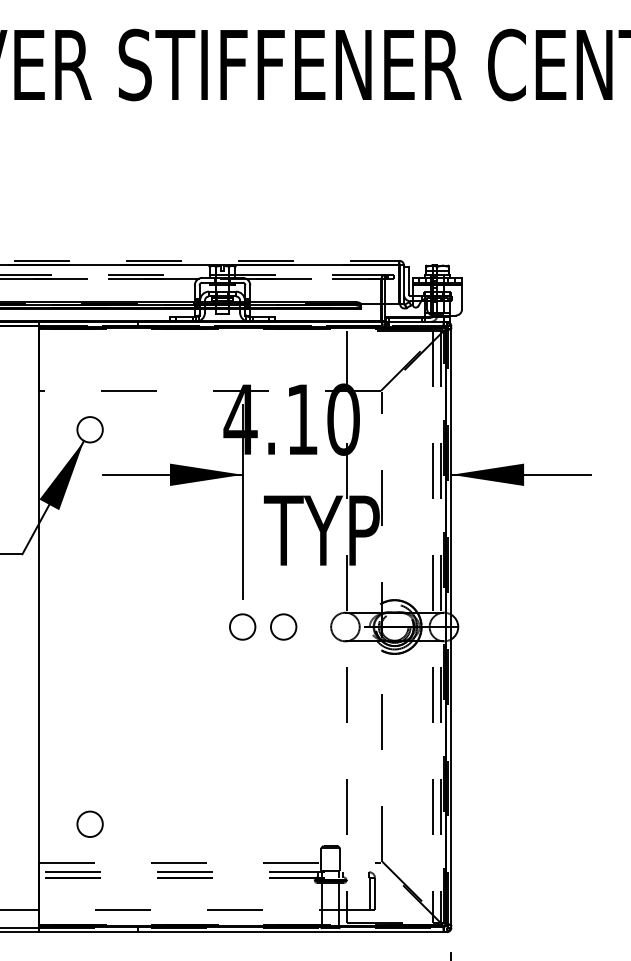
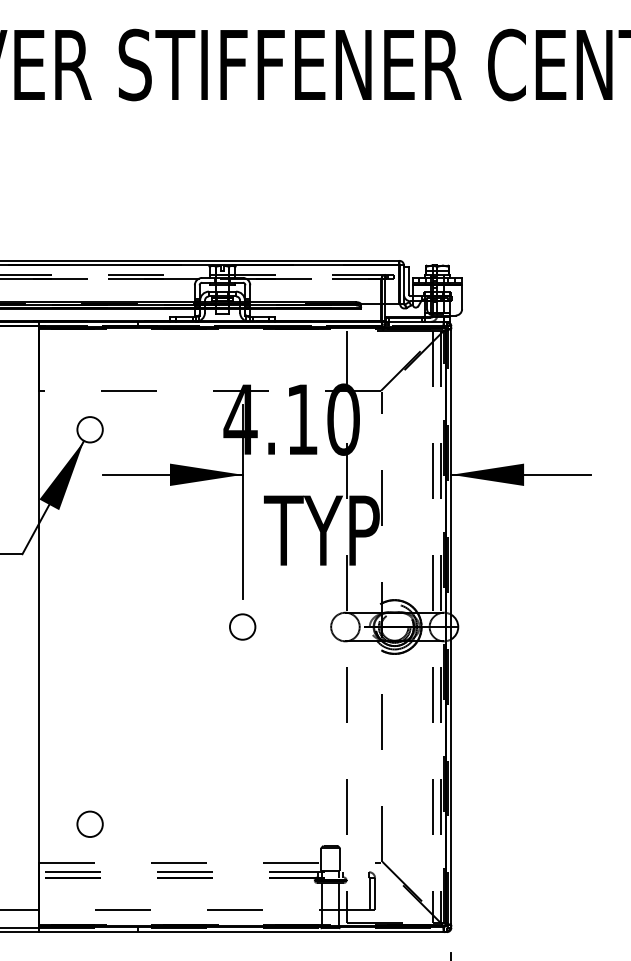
line at (200, 260): dashed -> solid
circle at (283, 626): present -> none
